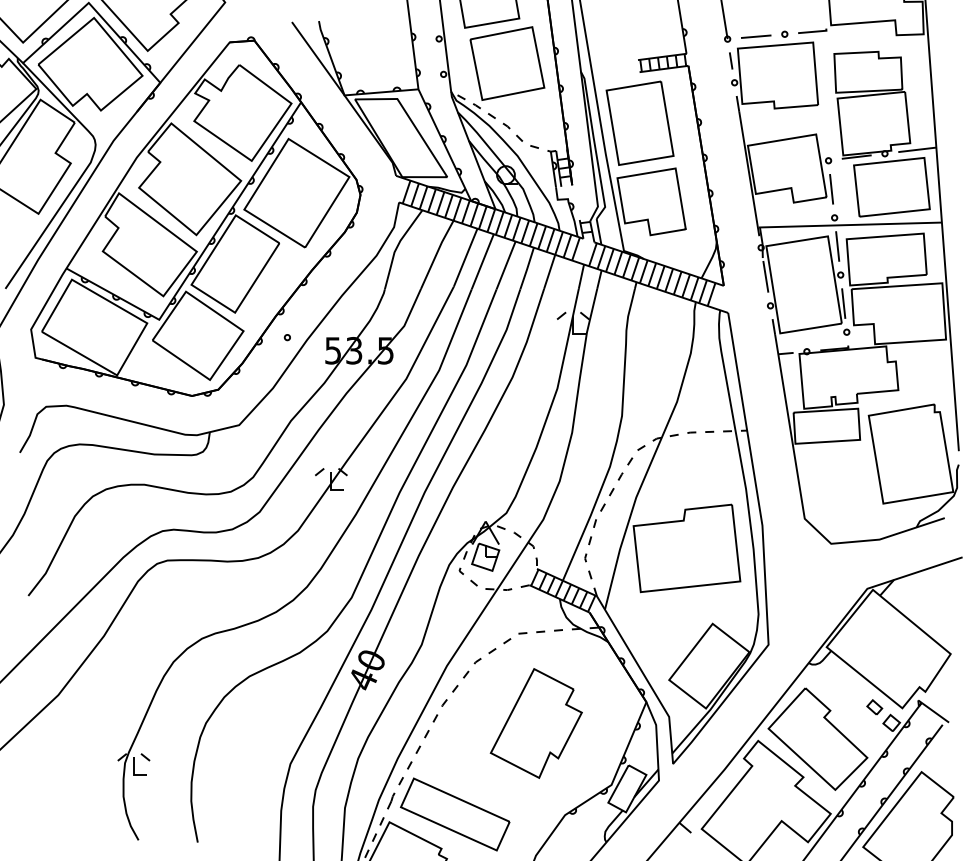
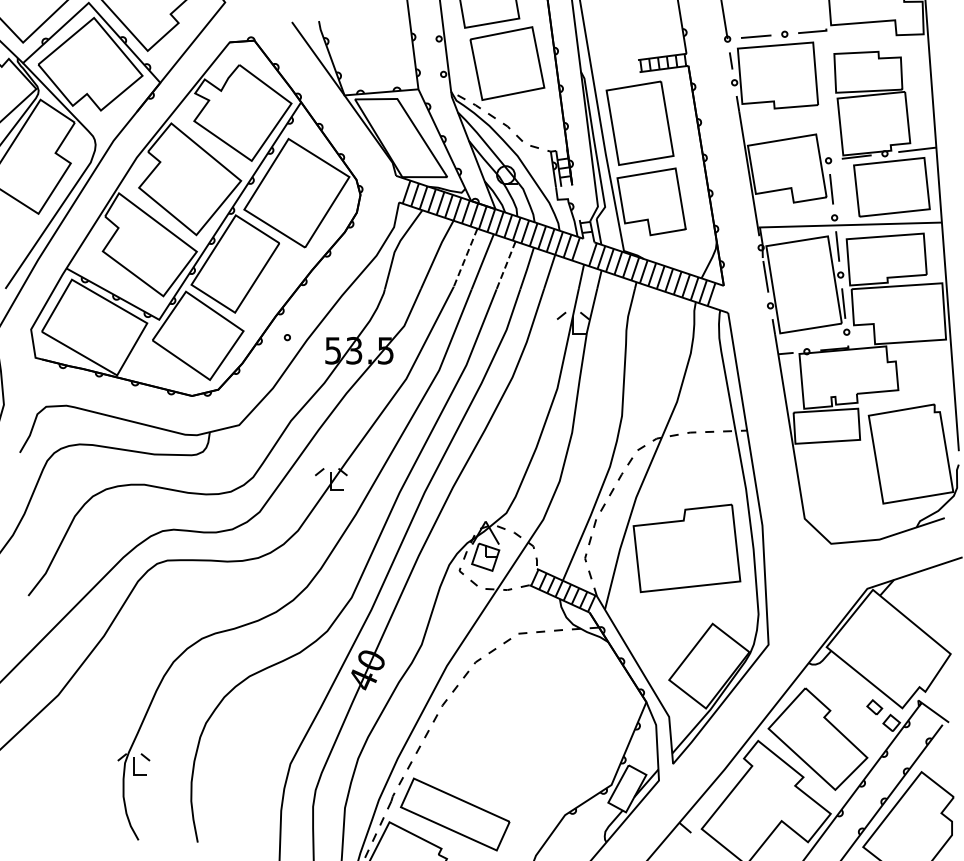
line at (465, 258): solid -> dashed
line at (506, 265): solid -> dashed
part at (535, 723): present -> none
